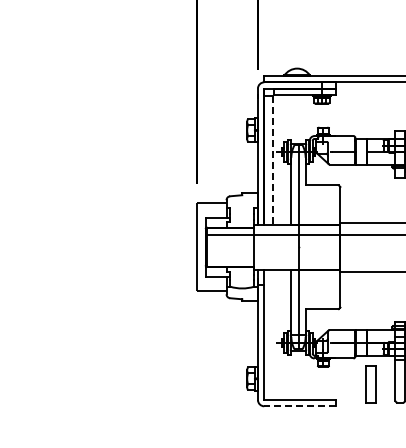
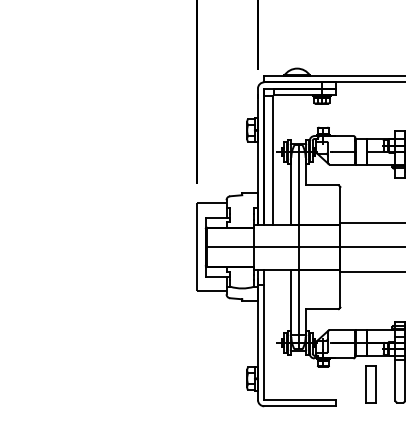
line at (273, 160): dashed -> solid
line at (303, 235) position: (303, 235) -> (303, 247)
line at (299, 406): dashed -> solid
